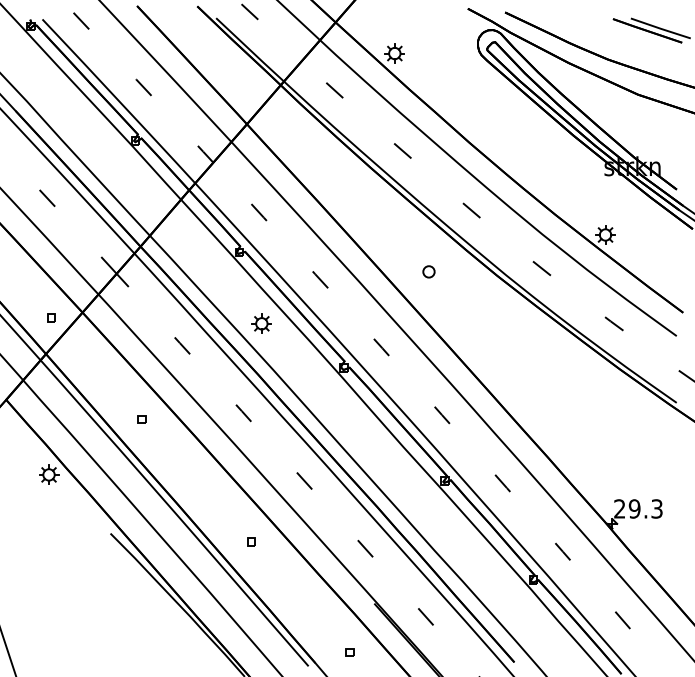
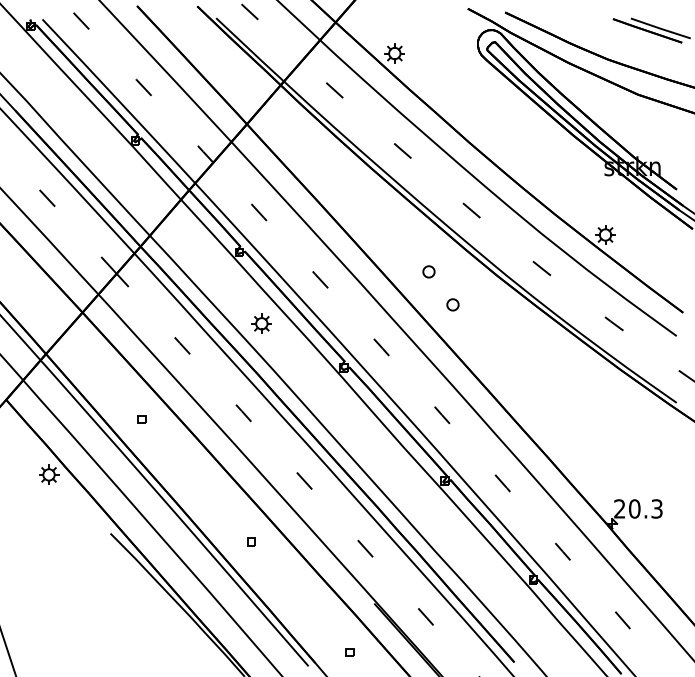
part at (452, 304): none -> present
part at (51, 317): present -> none
text at (634, 508): 29.3 -> 20.3
